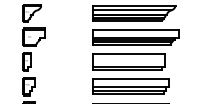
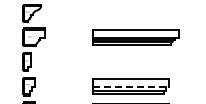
part at (134, 13): present -> none
part at (128, 61): present -> none
line at (131, 86): solid -> dashed
